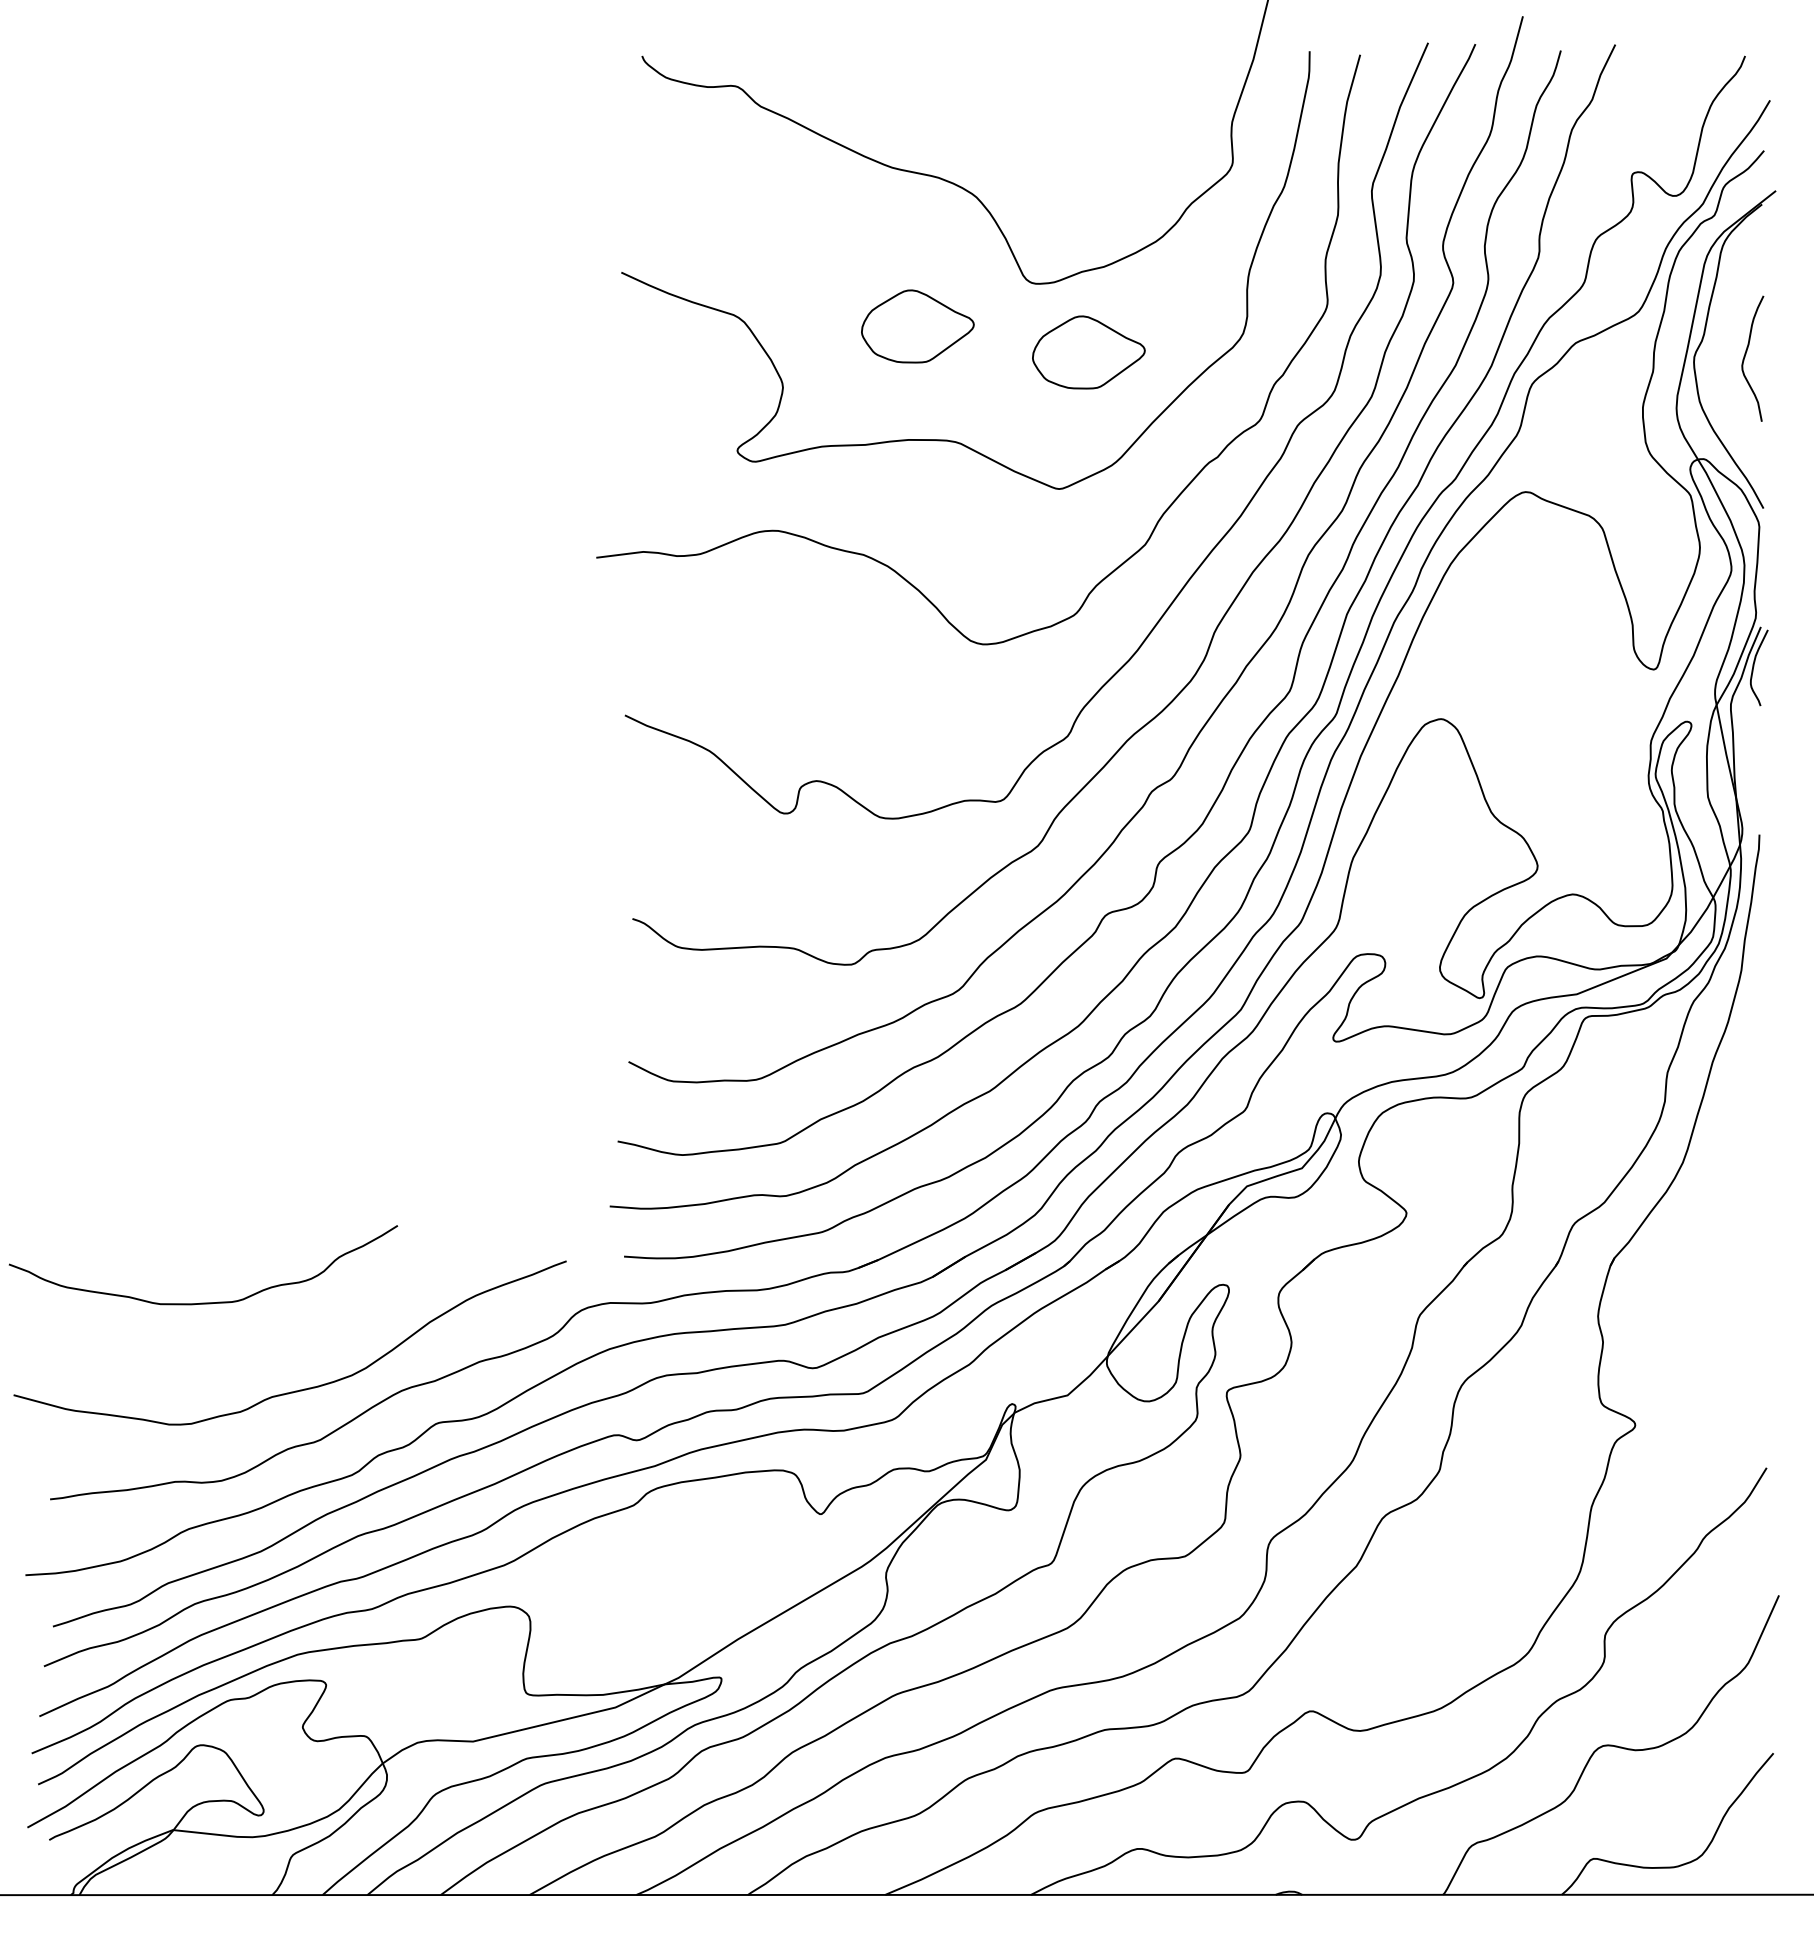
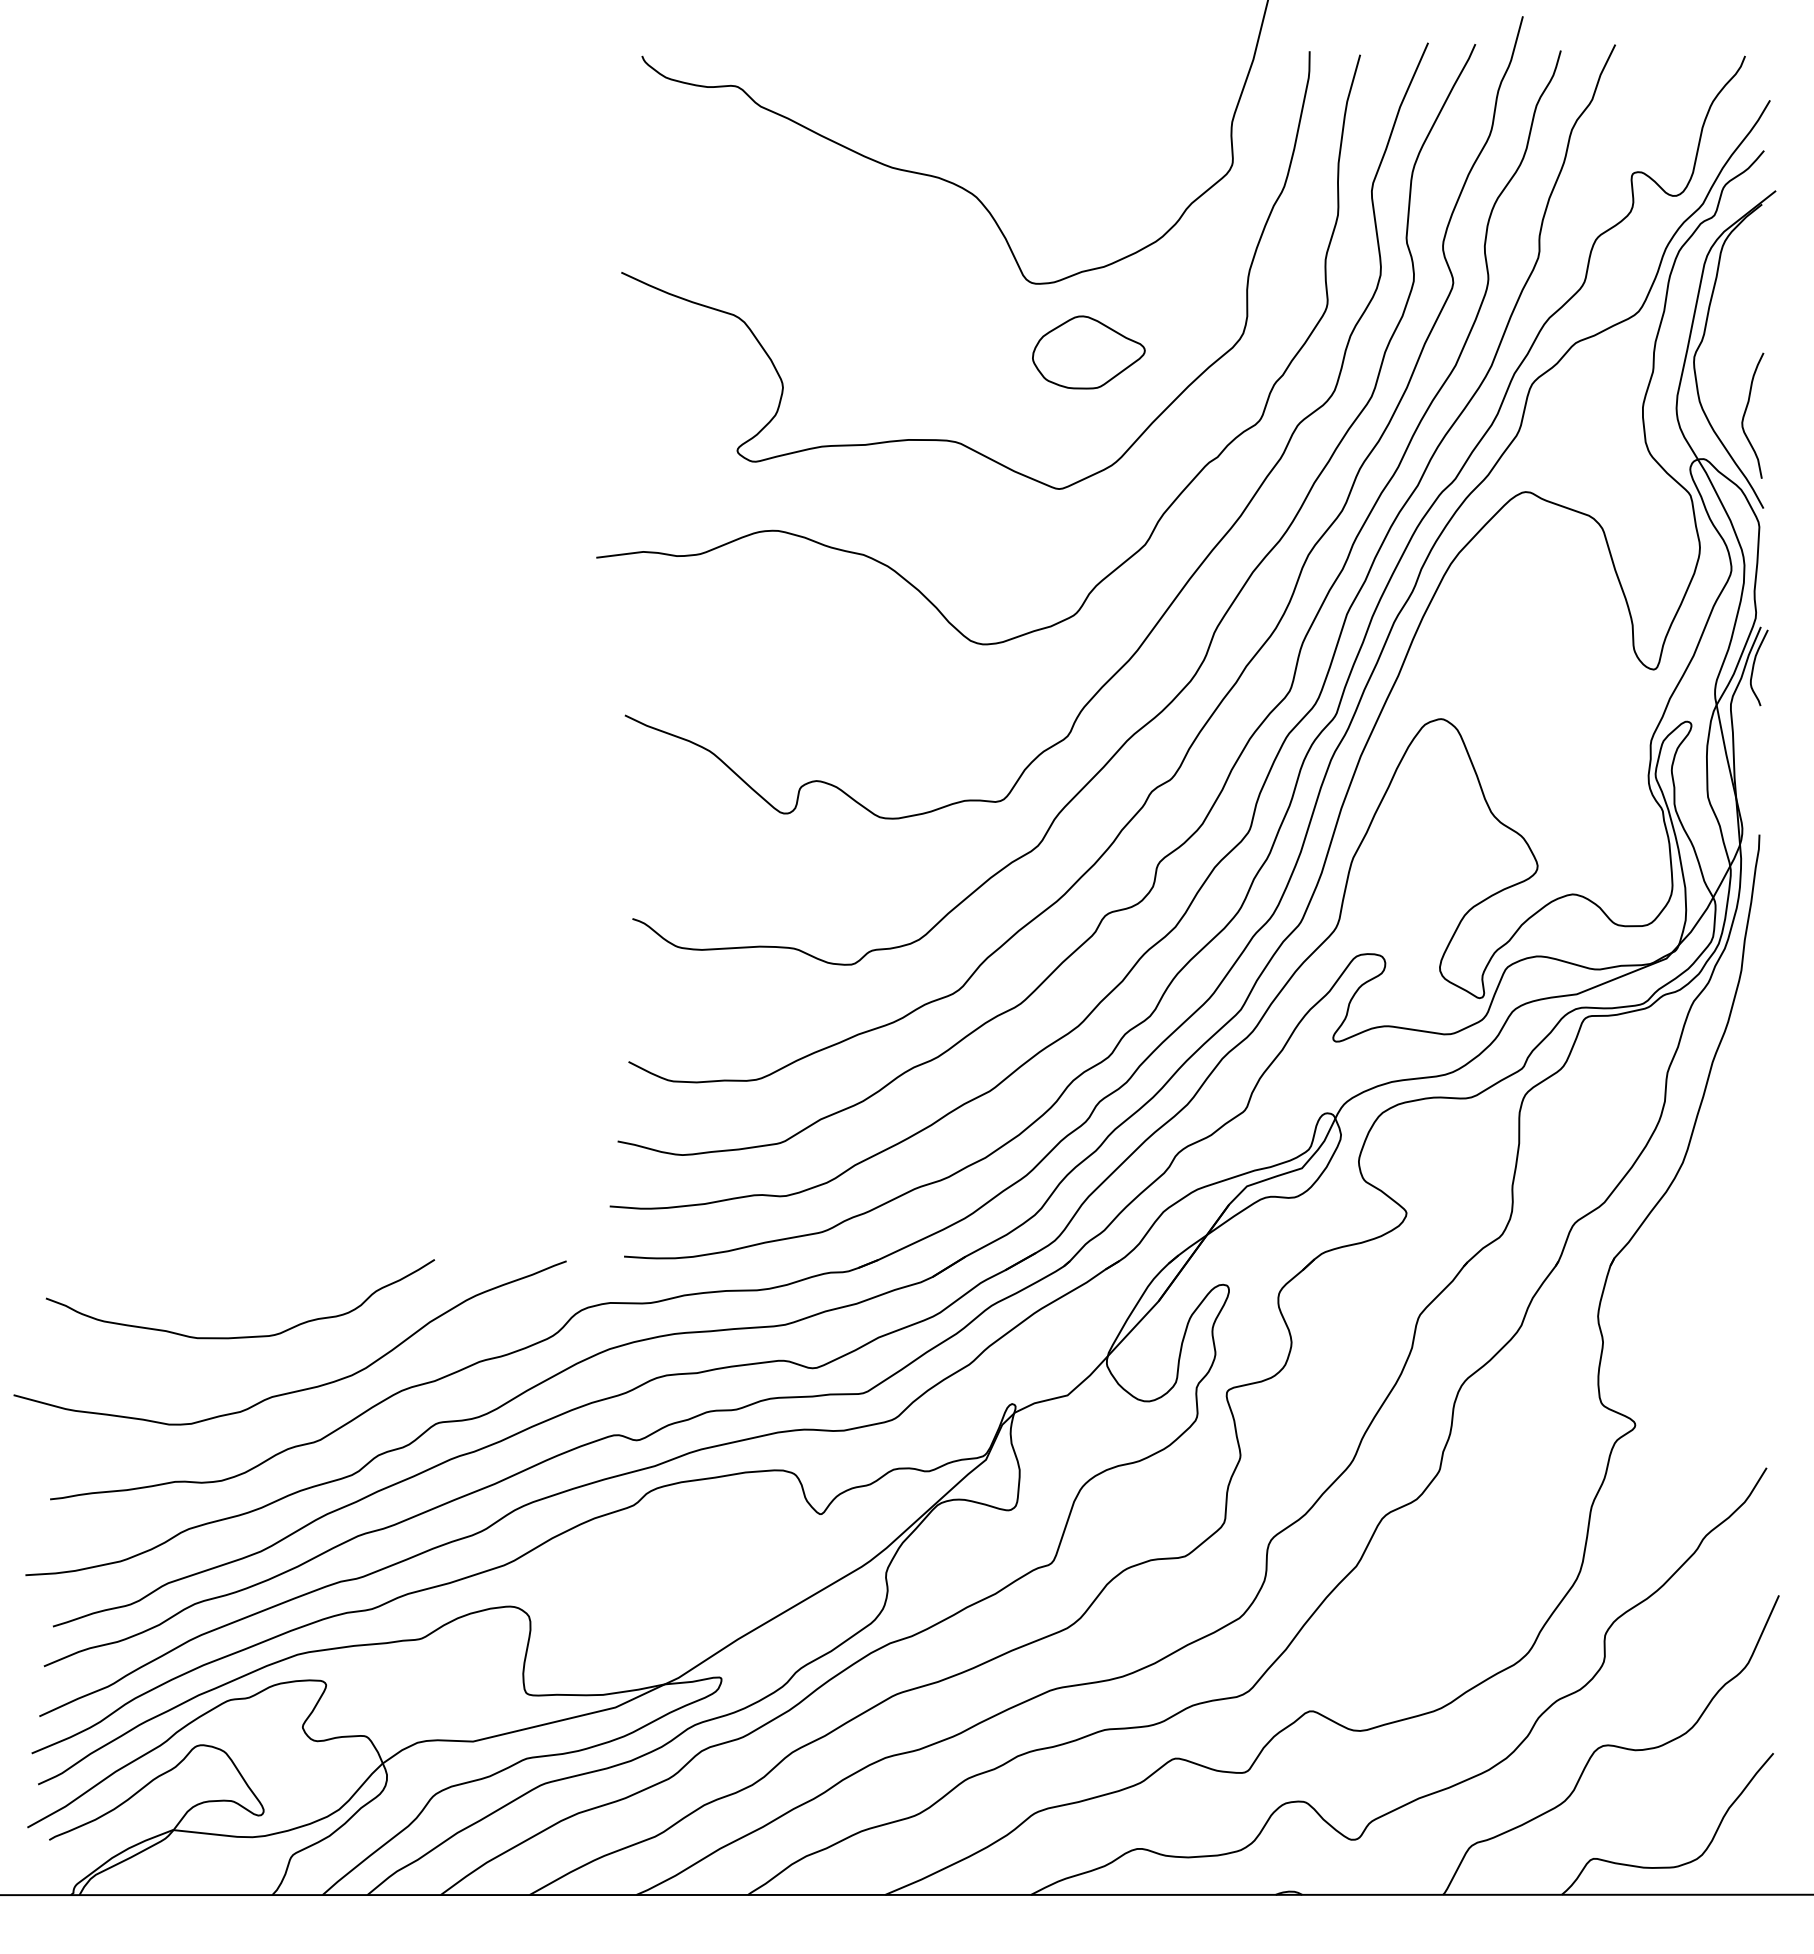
part at (917, 326): present -> none
curve at (1745, 357) position: (1745, 357) -> (1745, 414)
curve at (203, 1302) position: (203, 1302) -> (240, 1336)
